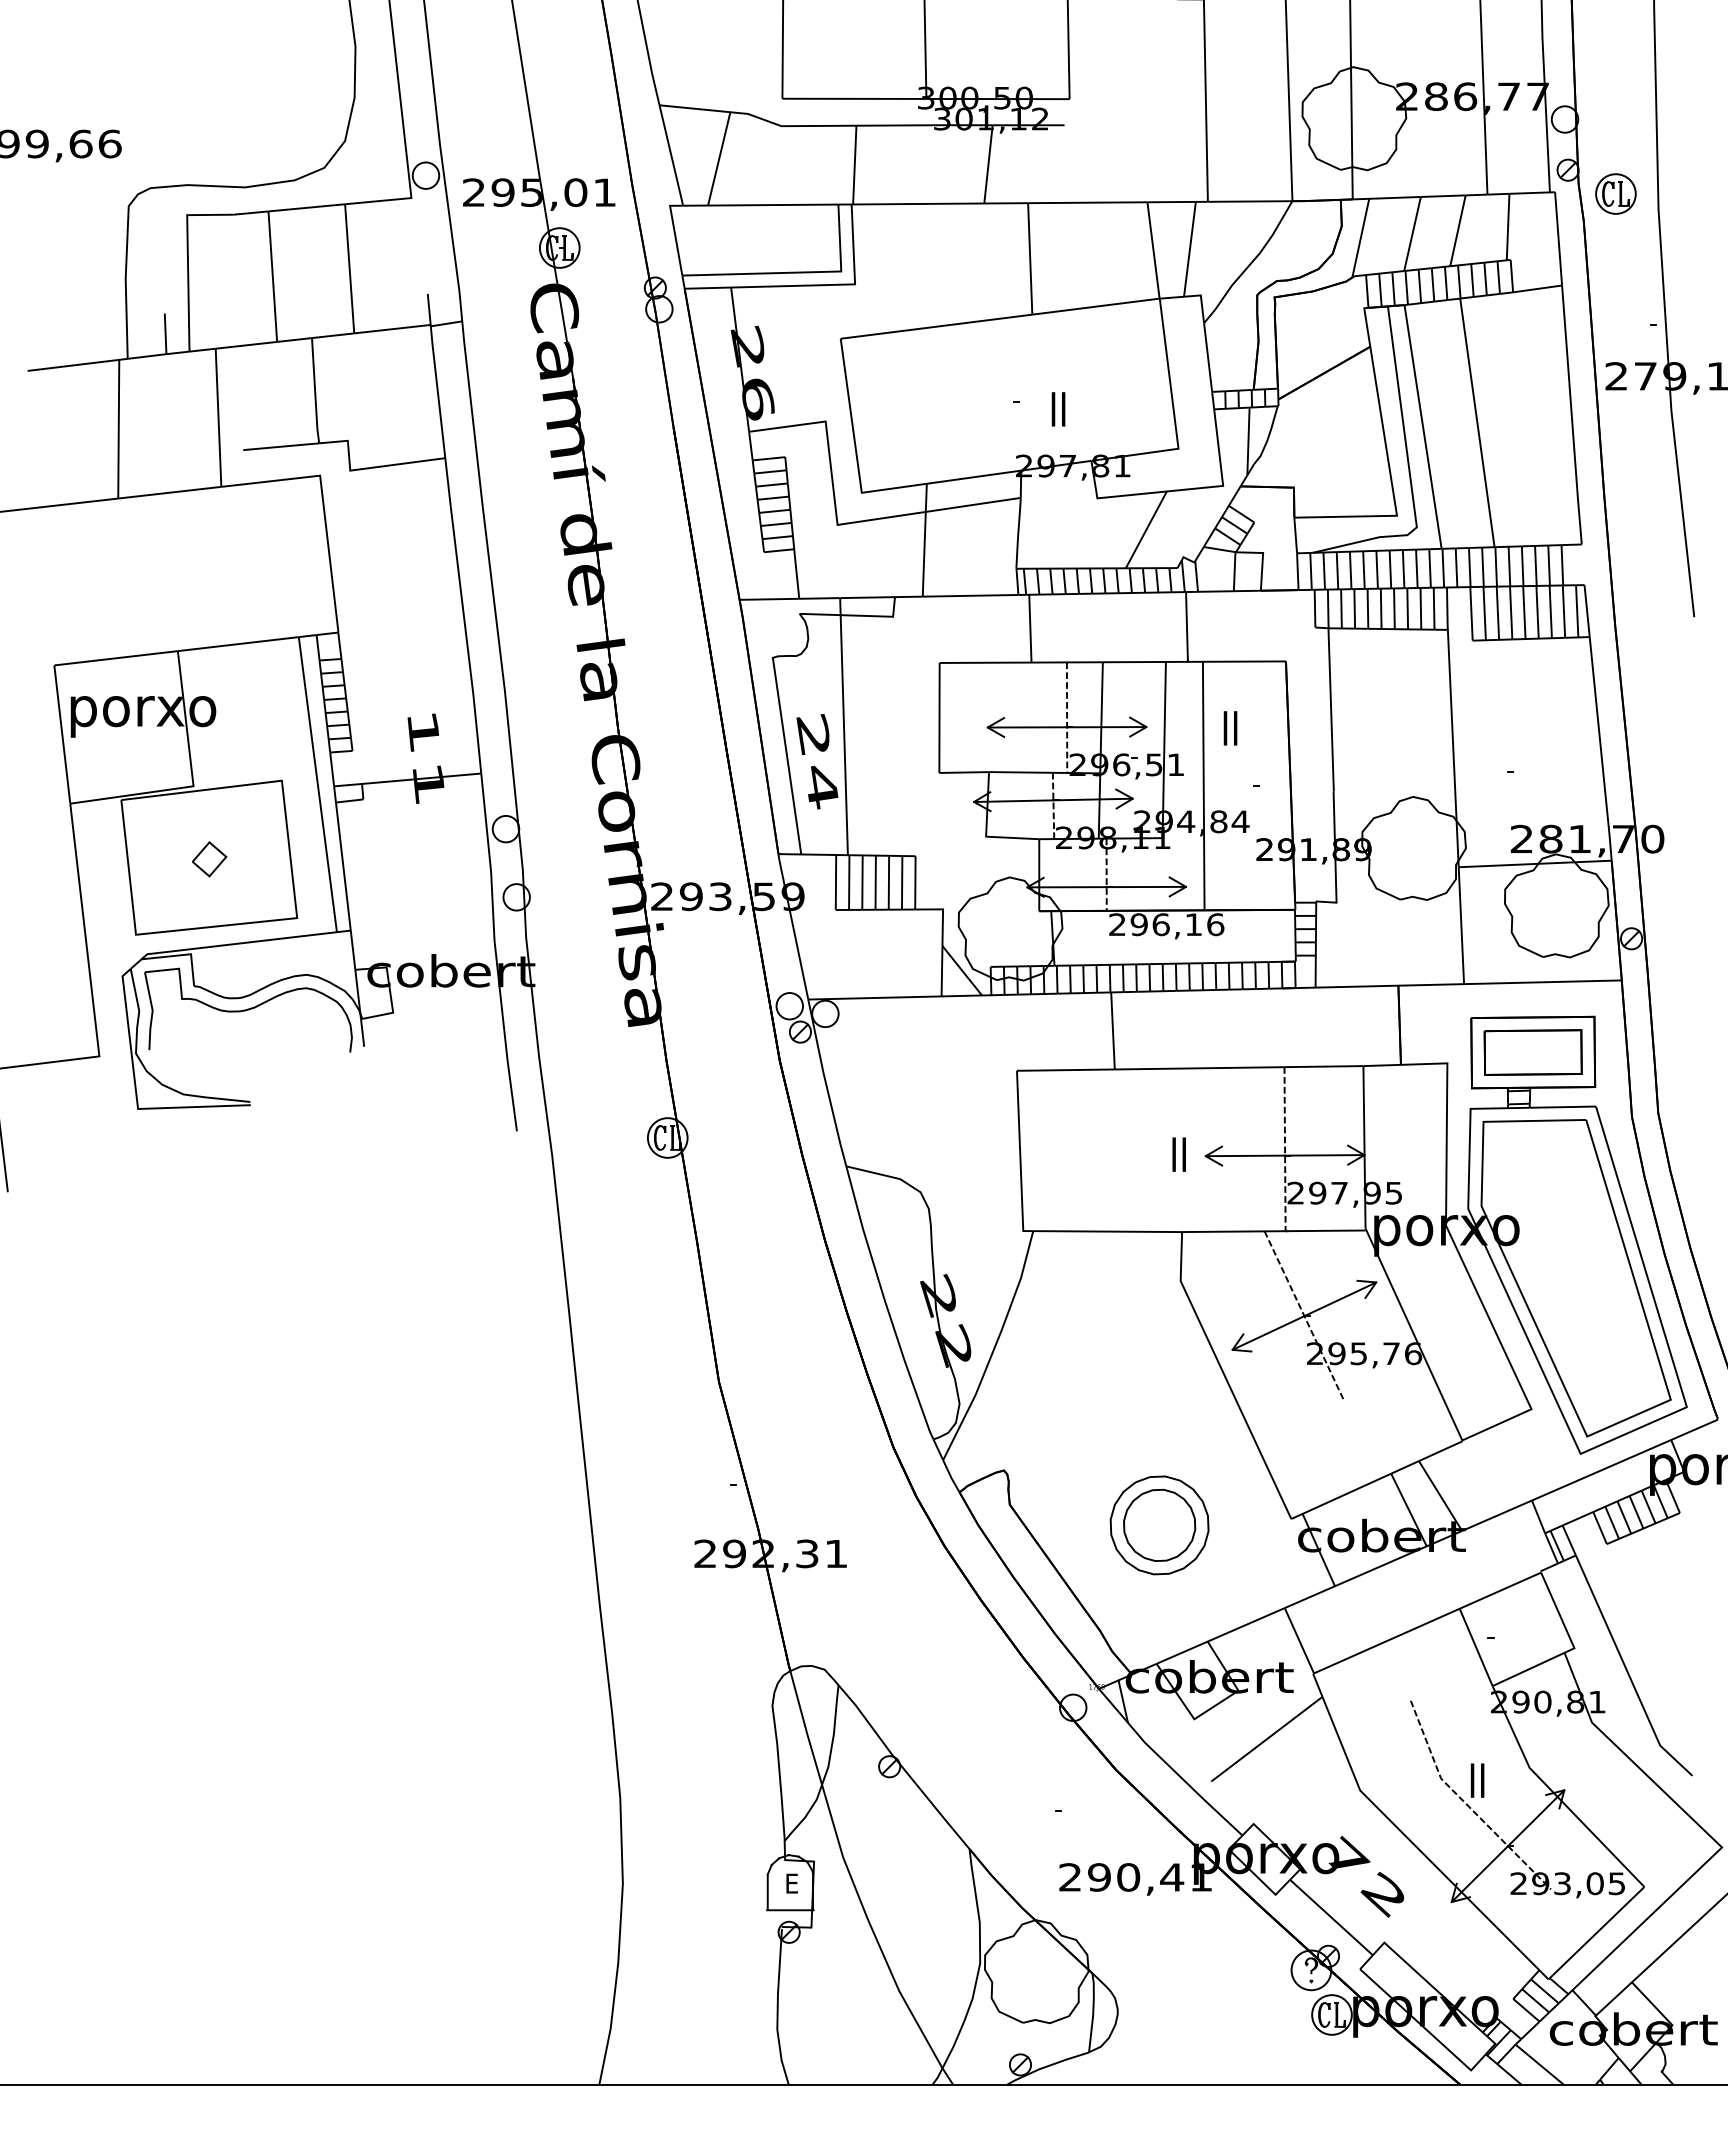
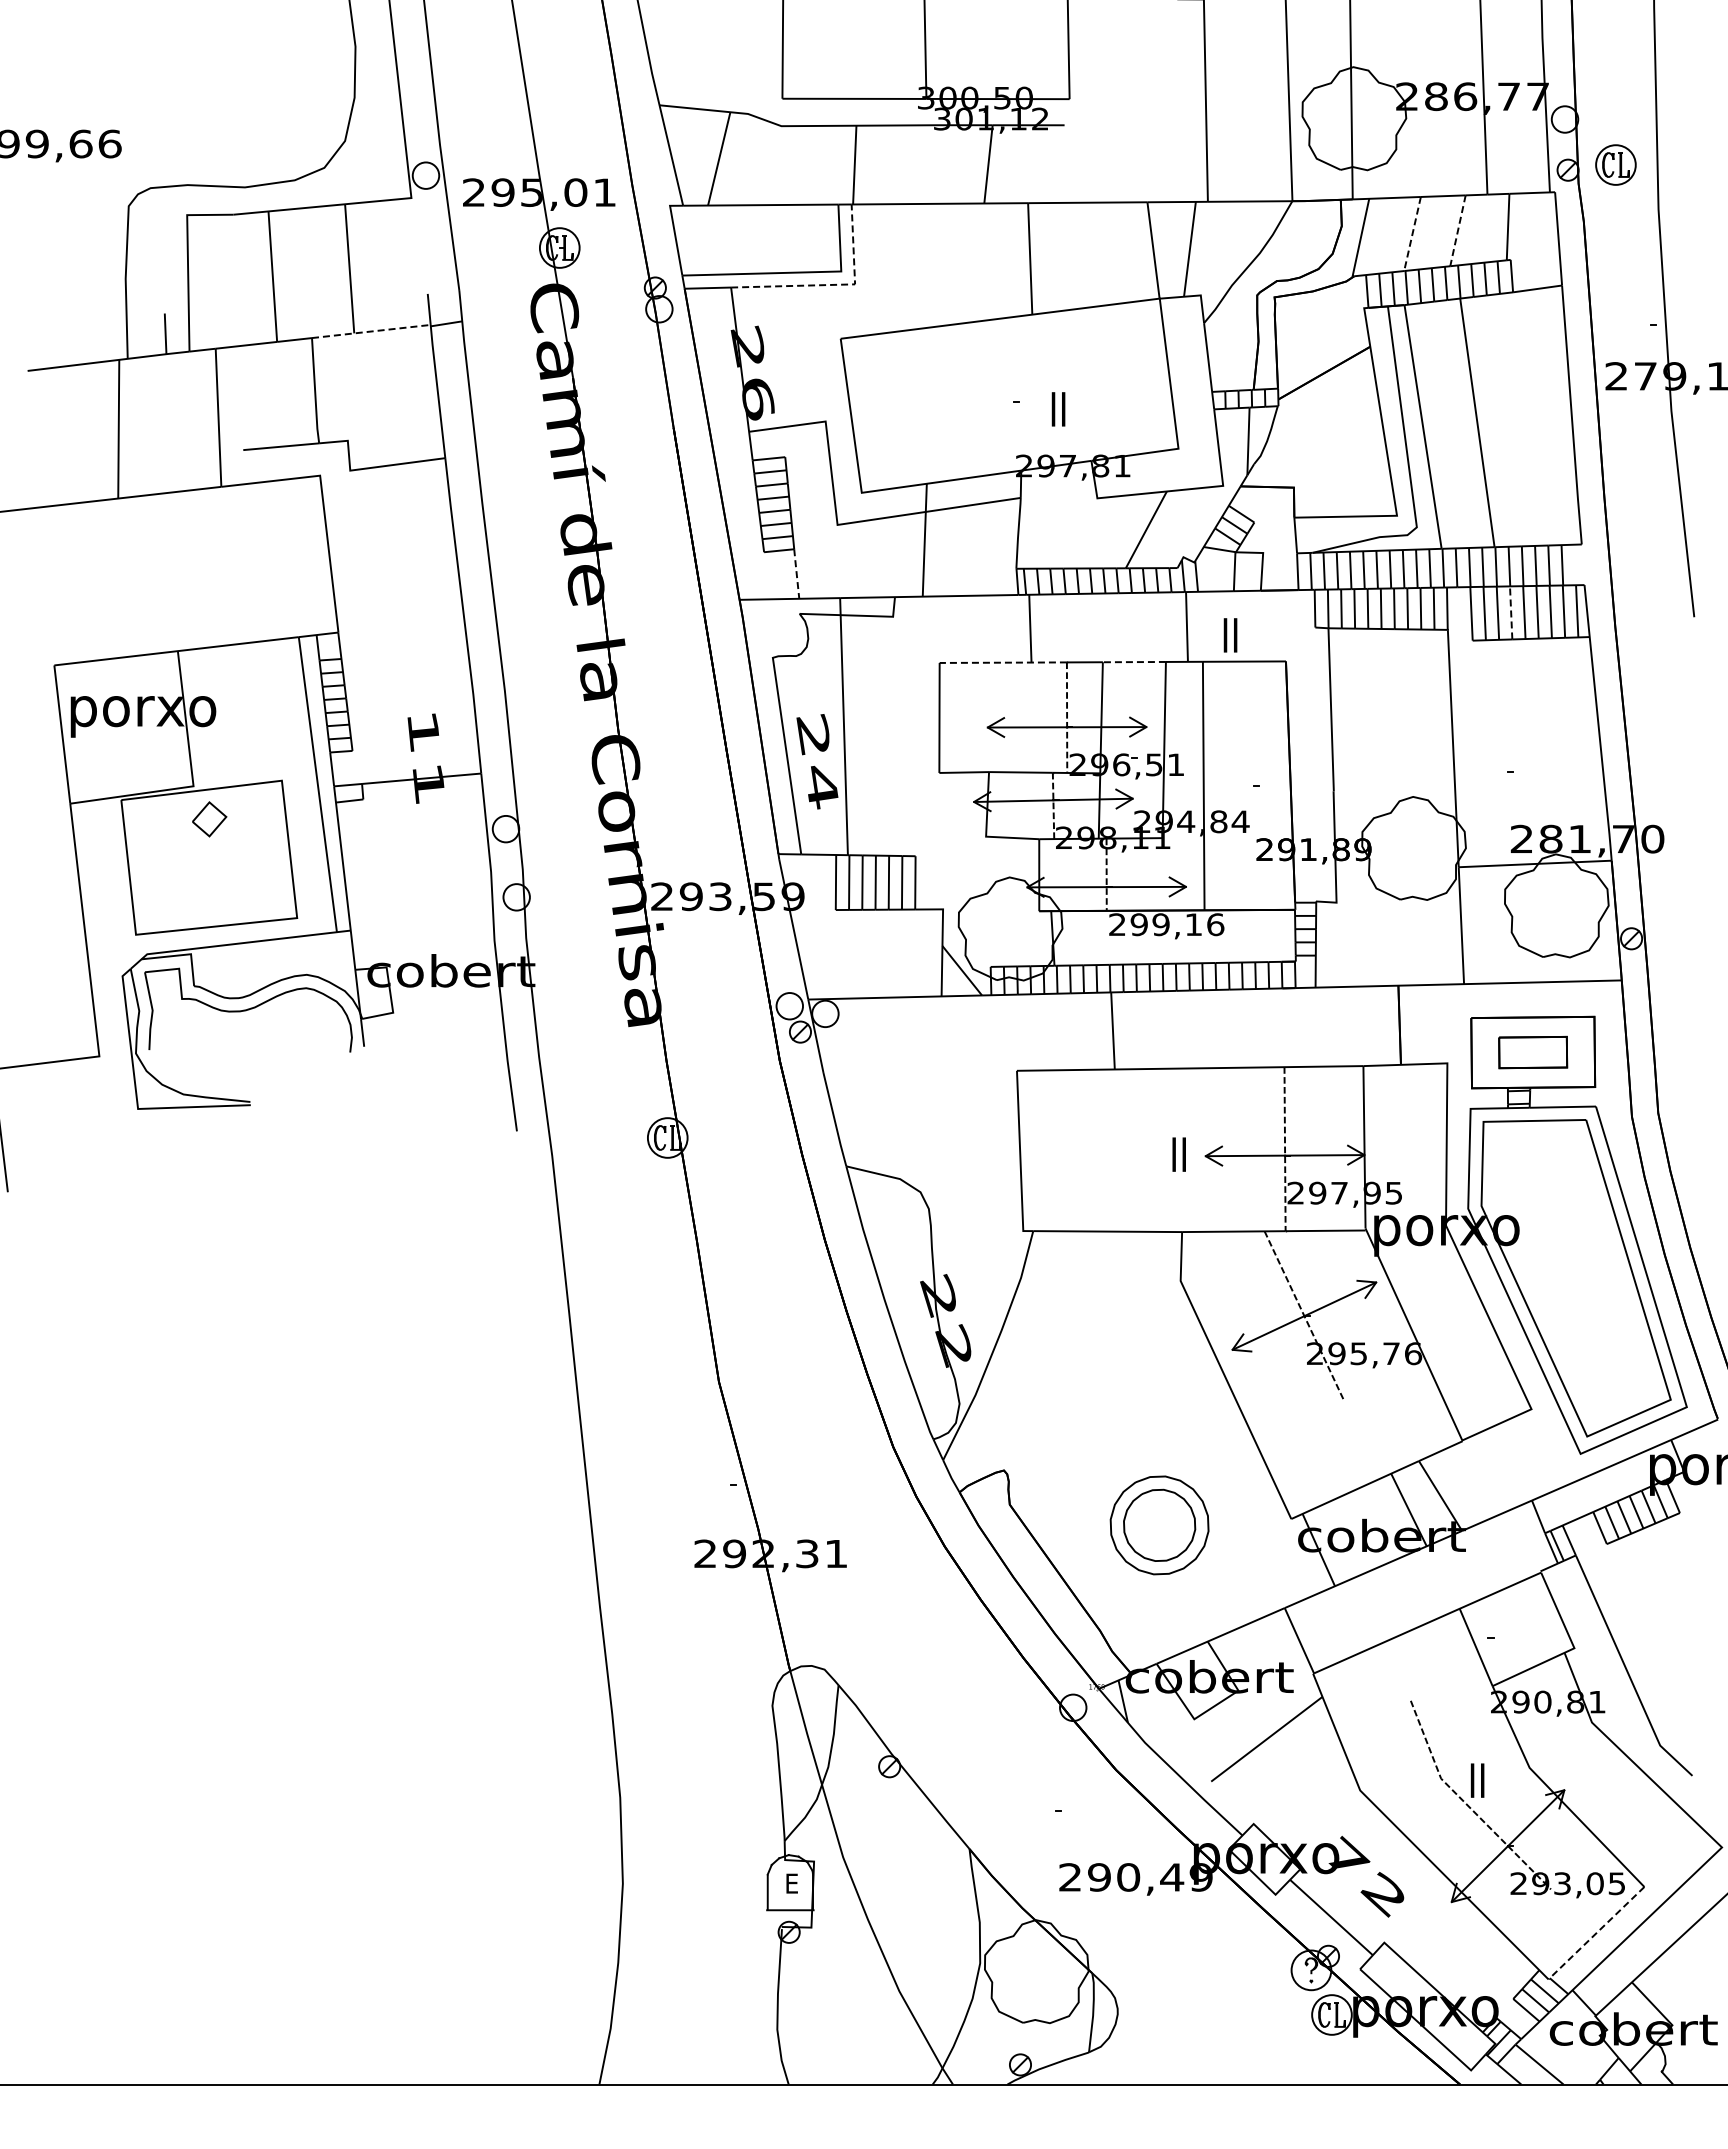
part at (1615, 193) position: (1615, 193) -> (1615, 164)
line at (1457, 231): solid -> dashed
line at (1412, 234): solid -> dashed
line at (833, 284): solid -> dashed
line at (371, 331): solid -> dashed
line at (796, 573): solid -> dashed
line at (1511, 612): solid -> dashed
line at (1003, 662): solid -> dashed
line at (1134, 662): solid -> dashed
text at (1230, 728) position: (1230, 728) -> (1230, 635)
part at (209, 859) position: (209, 859) -> (209, 819)
text at (1160, 924): 296,16 -> 299,16
part at (1532, 1052) size: 100x47 px -> 71x35 px
text at (1200, 1877): 290,41 -> 290,49
line at (1596, 1933): solid -> dashed
